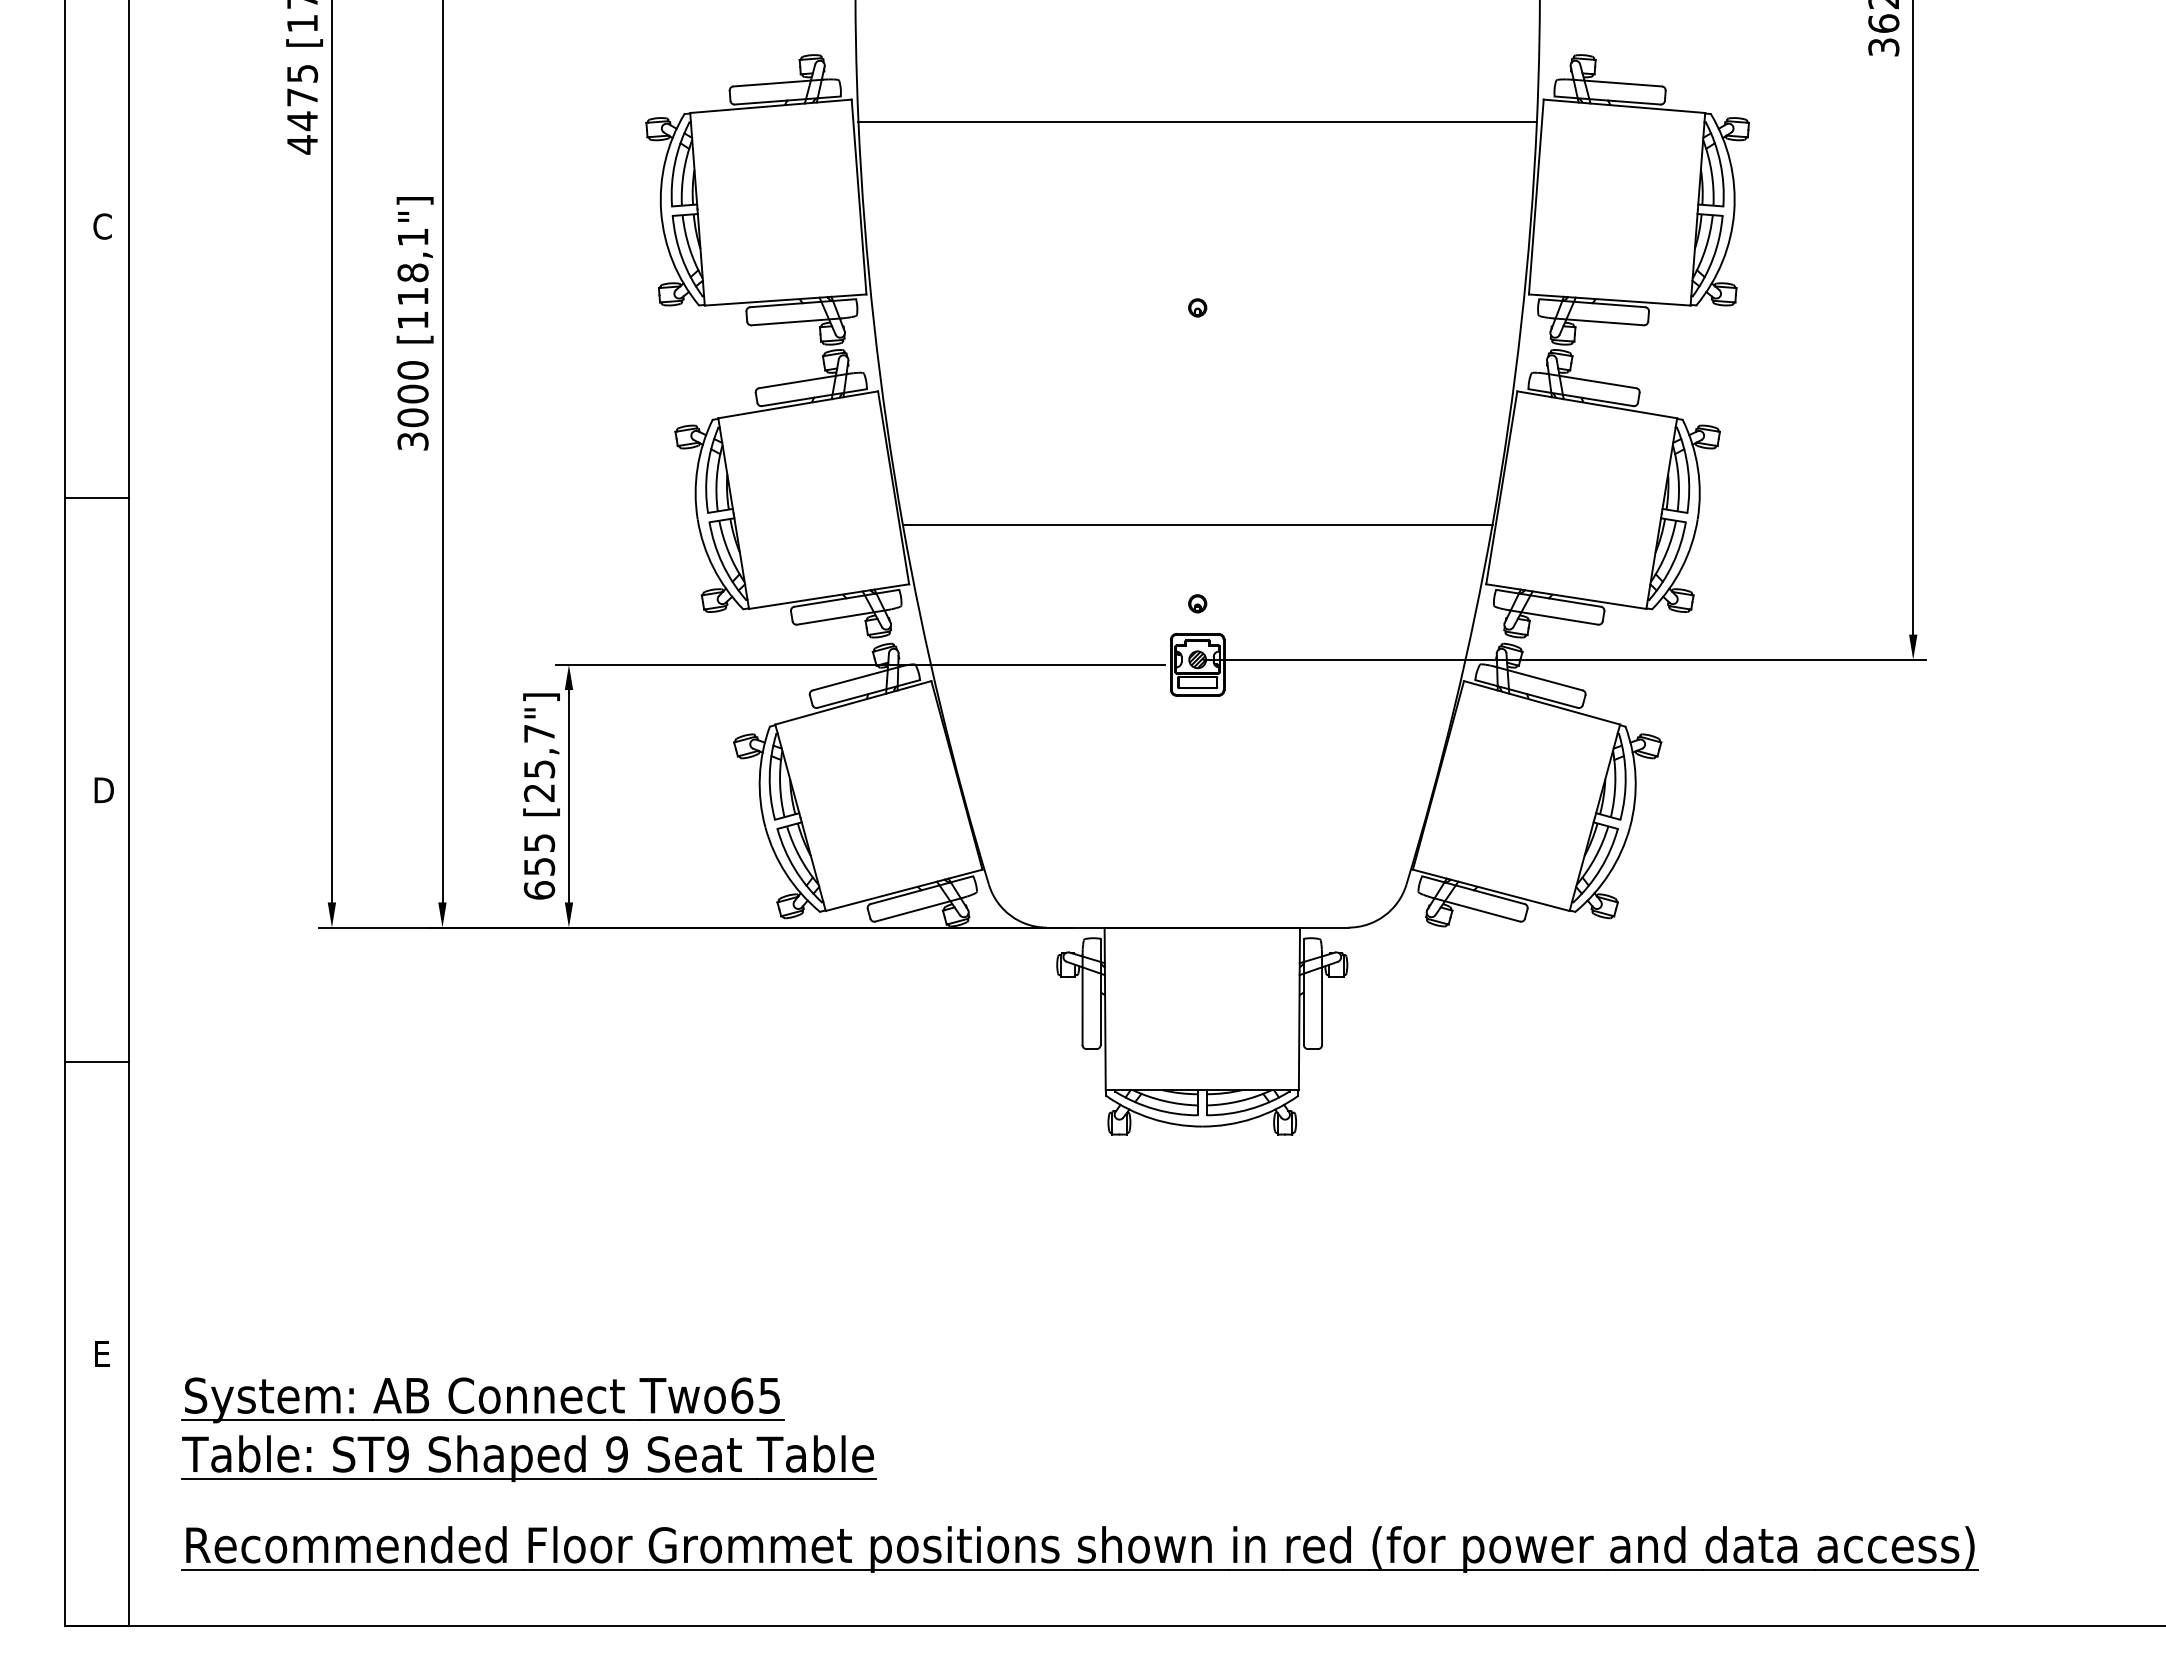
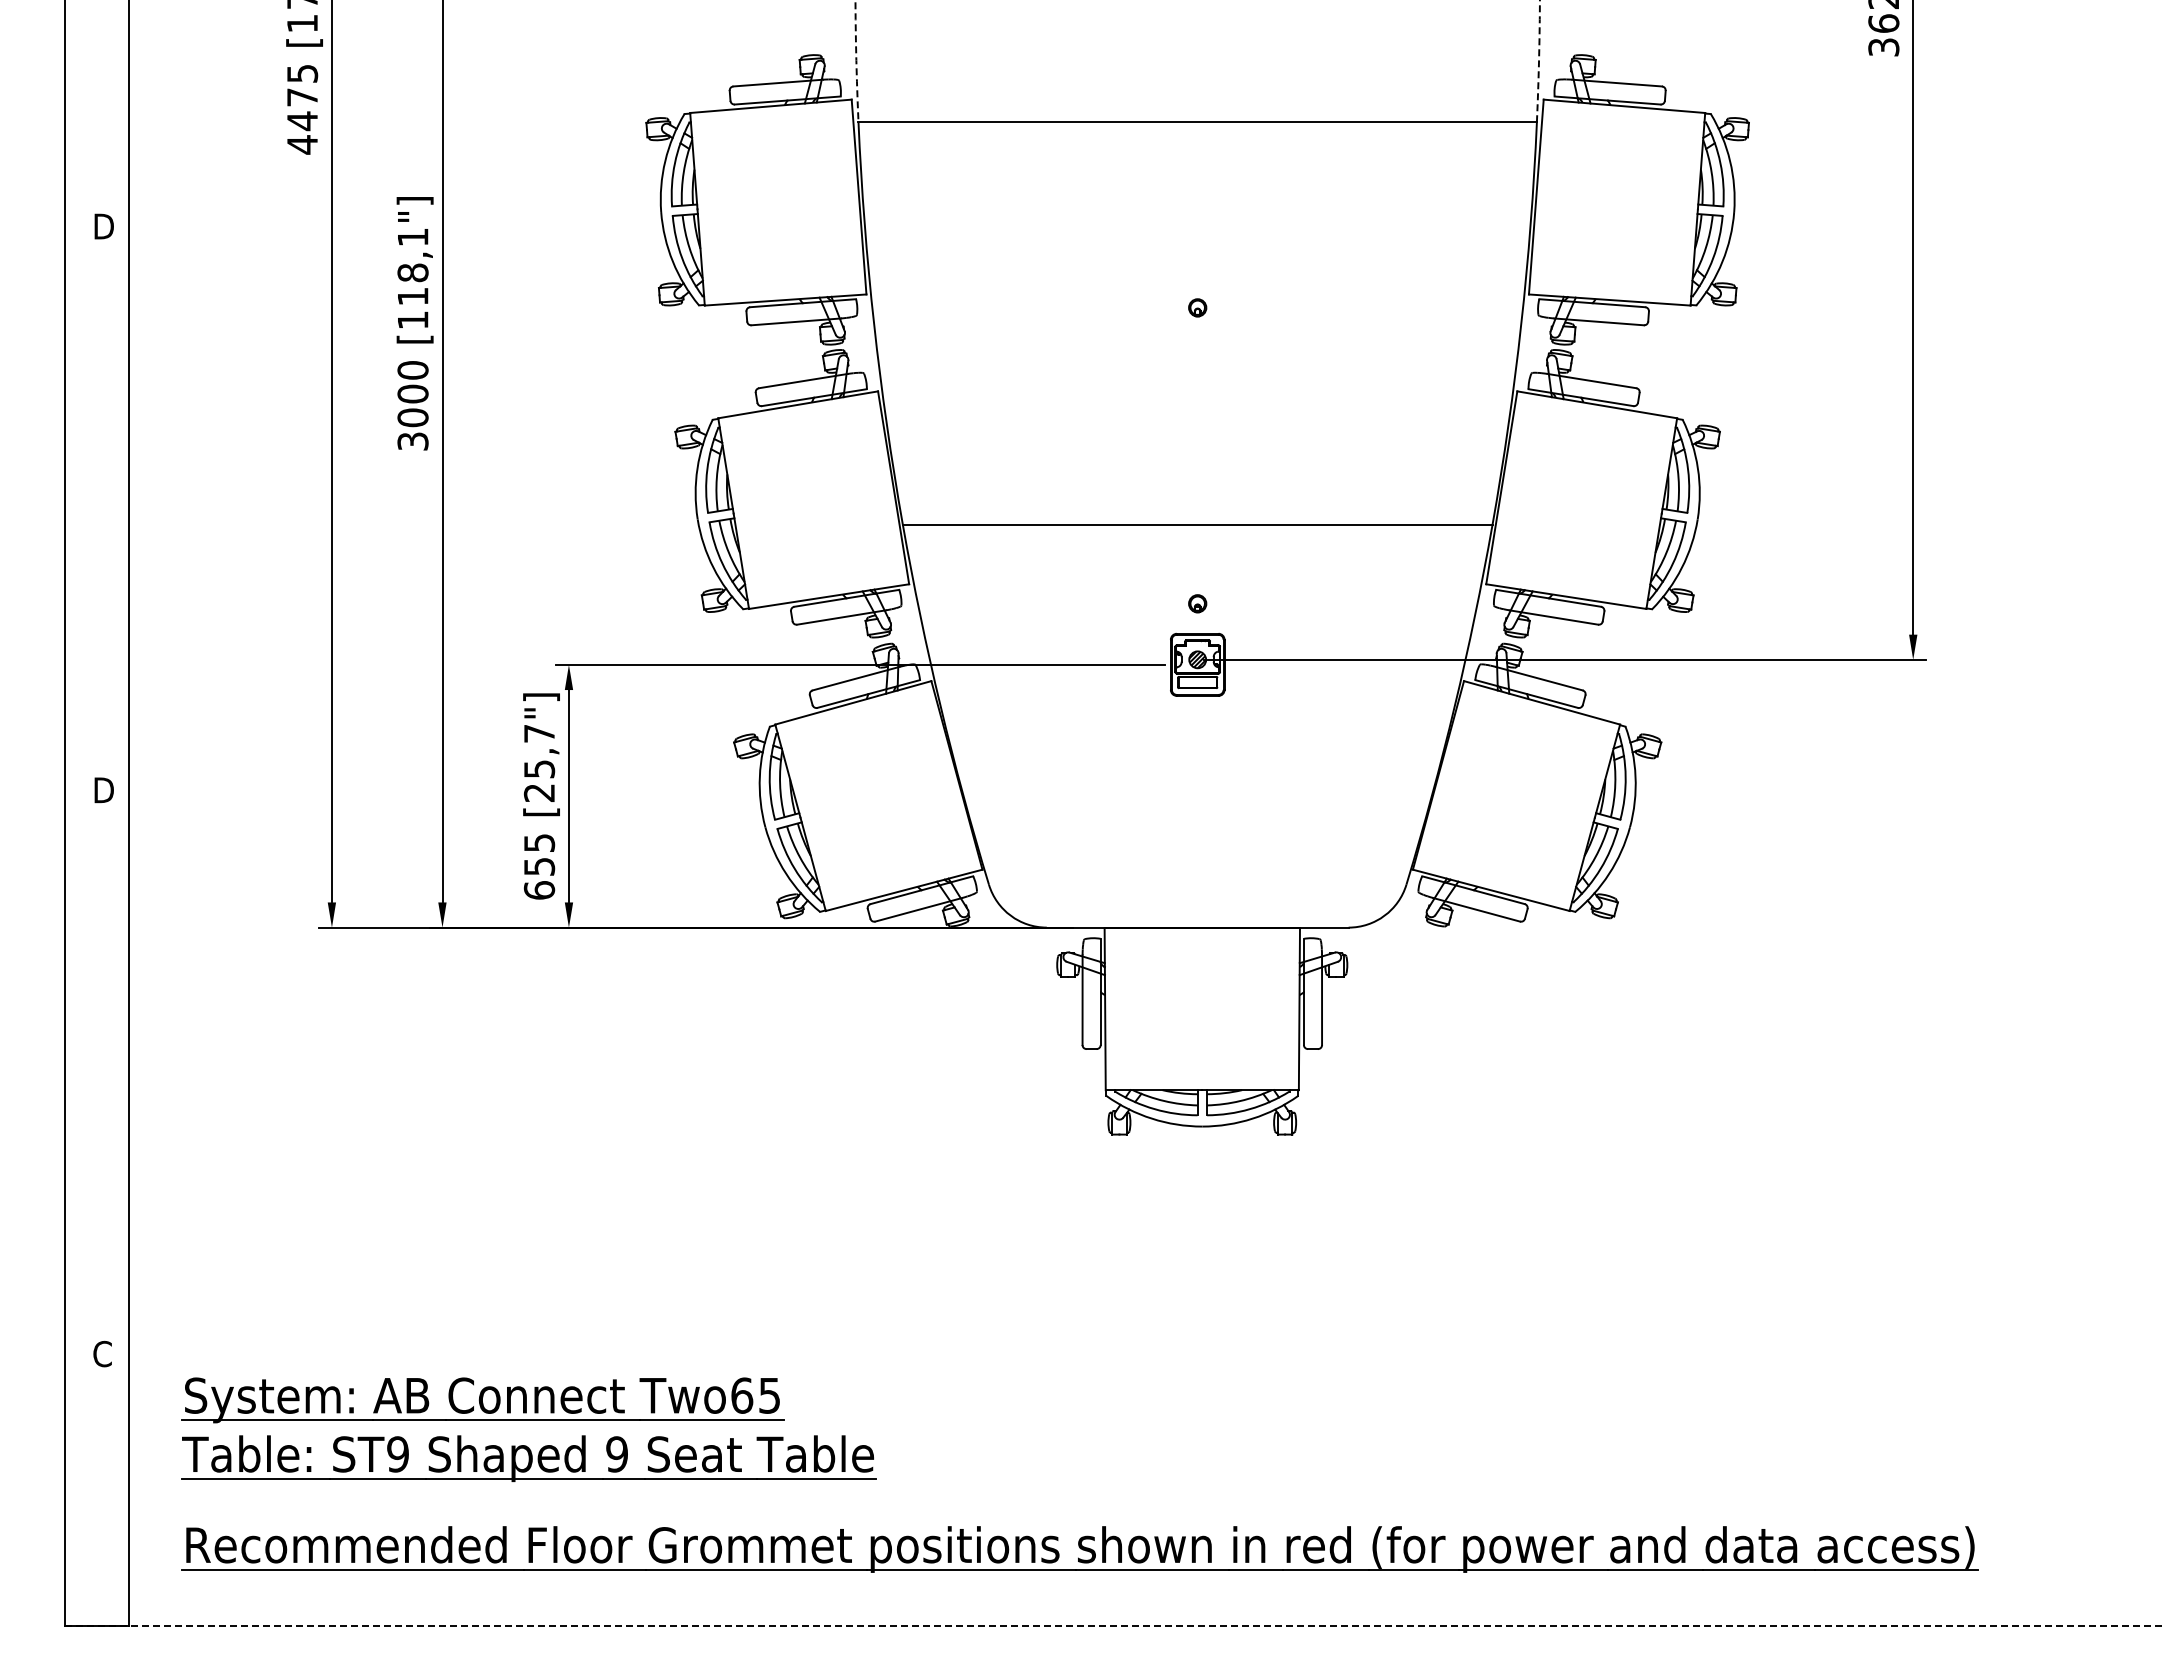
arc at (856, 60): solid -> dashed
arc at (1538, 60): solid -> dashed
text at (103, 226): C -> D
line at (96, 498): present -> none
line at (96, 1062): present -> none
text at (102, 1353): E -> C
line at (1115, 1625): solid -> dashed
